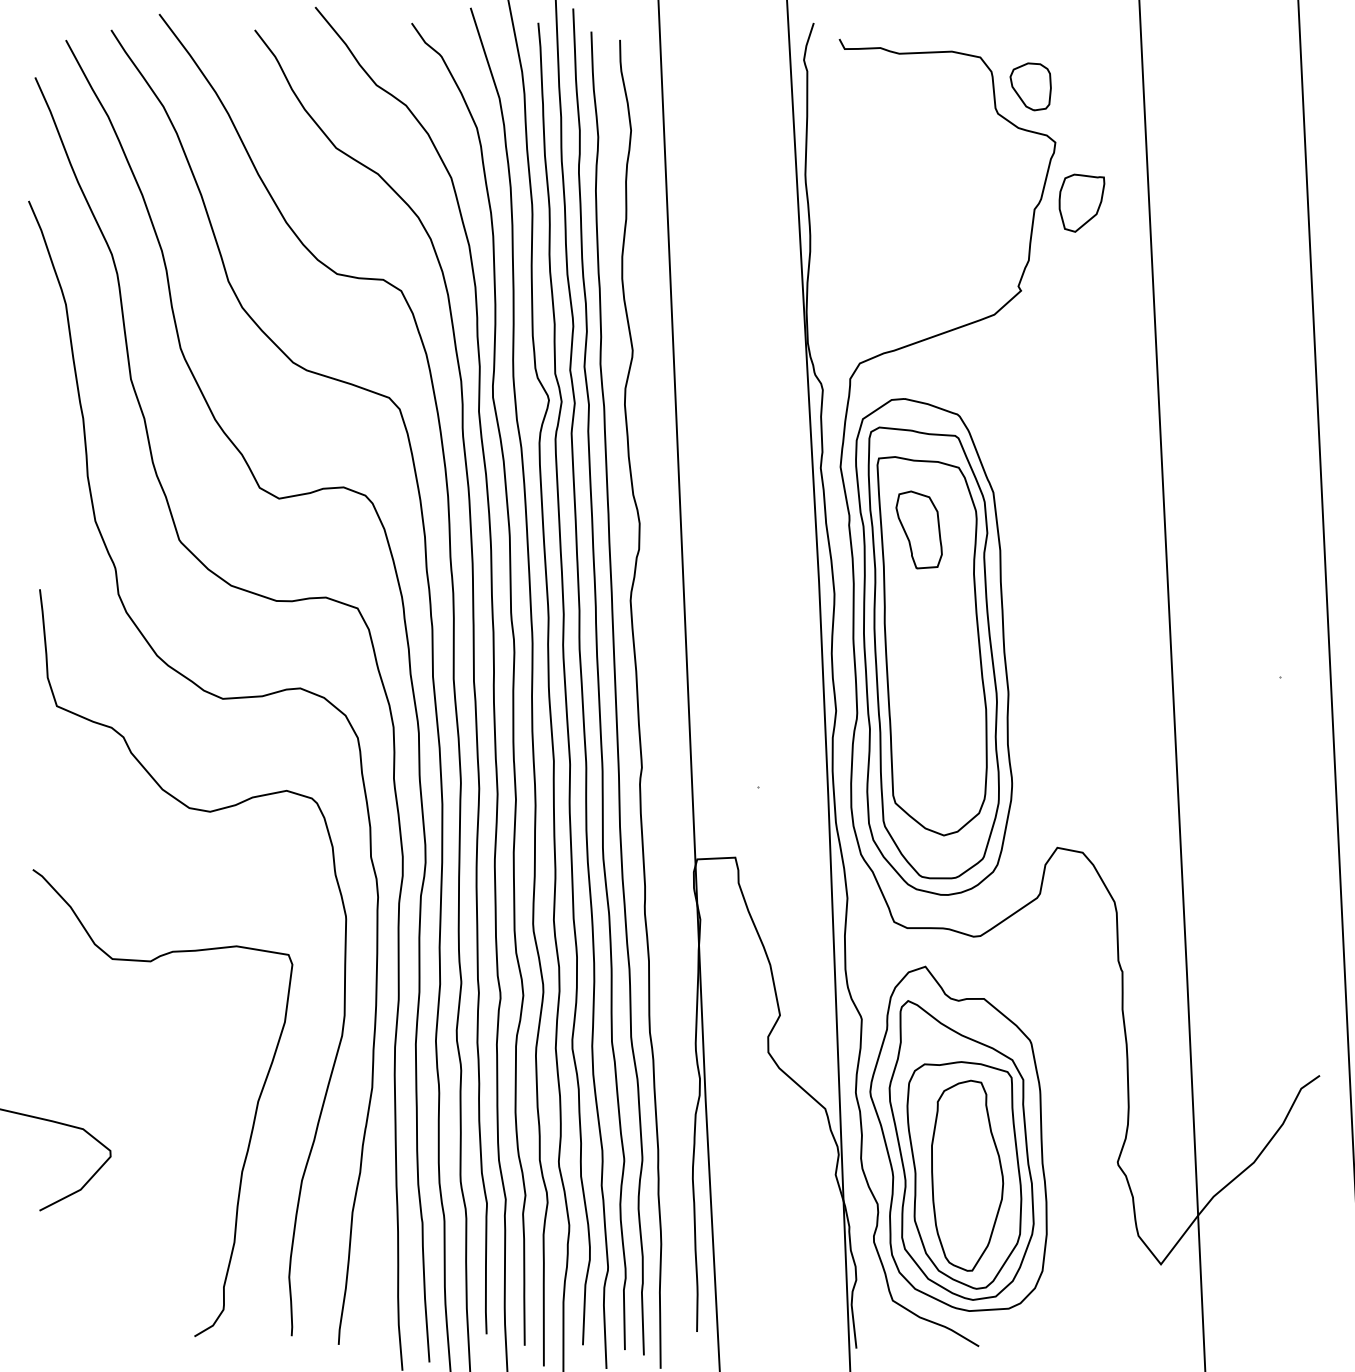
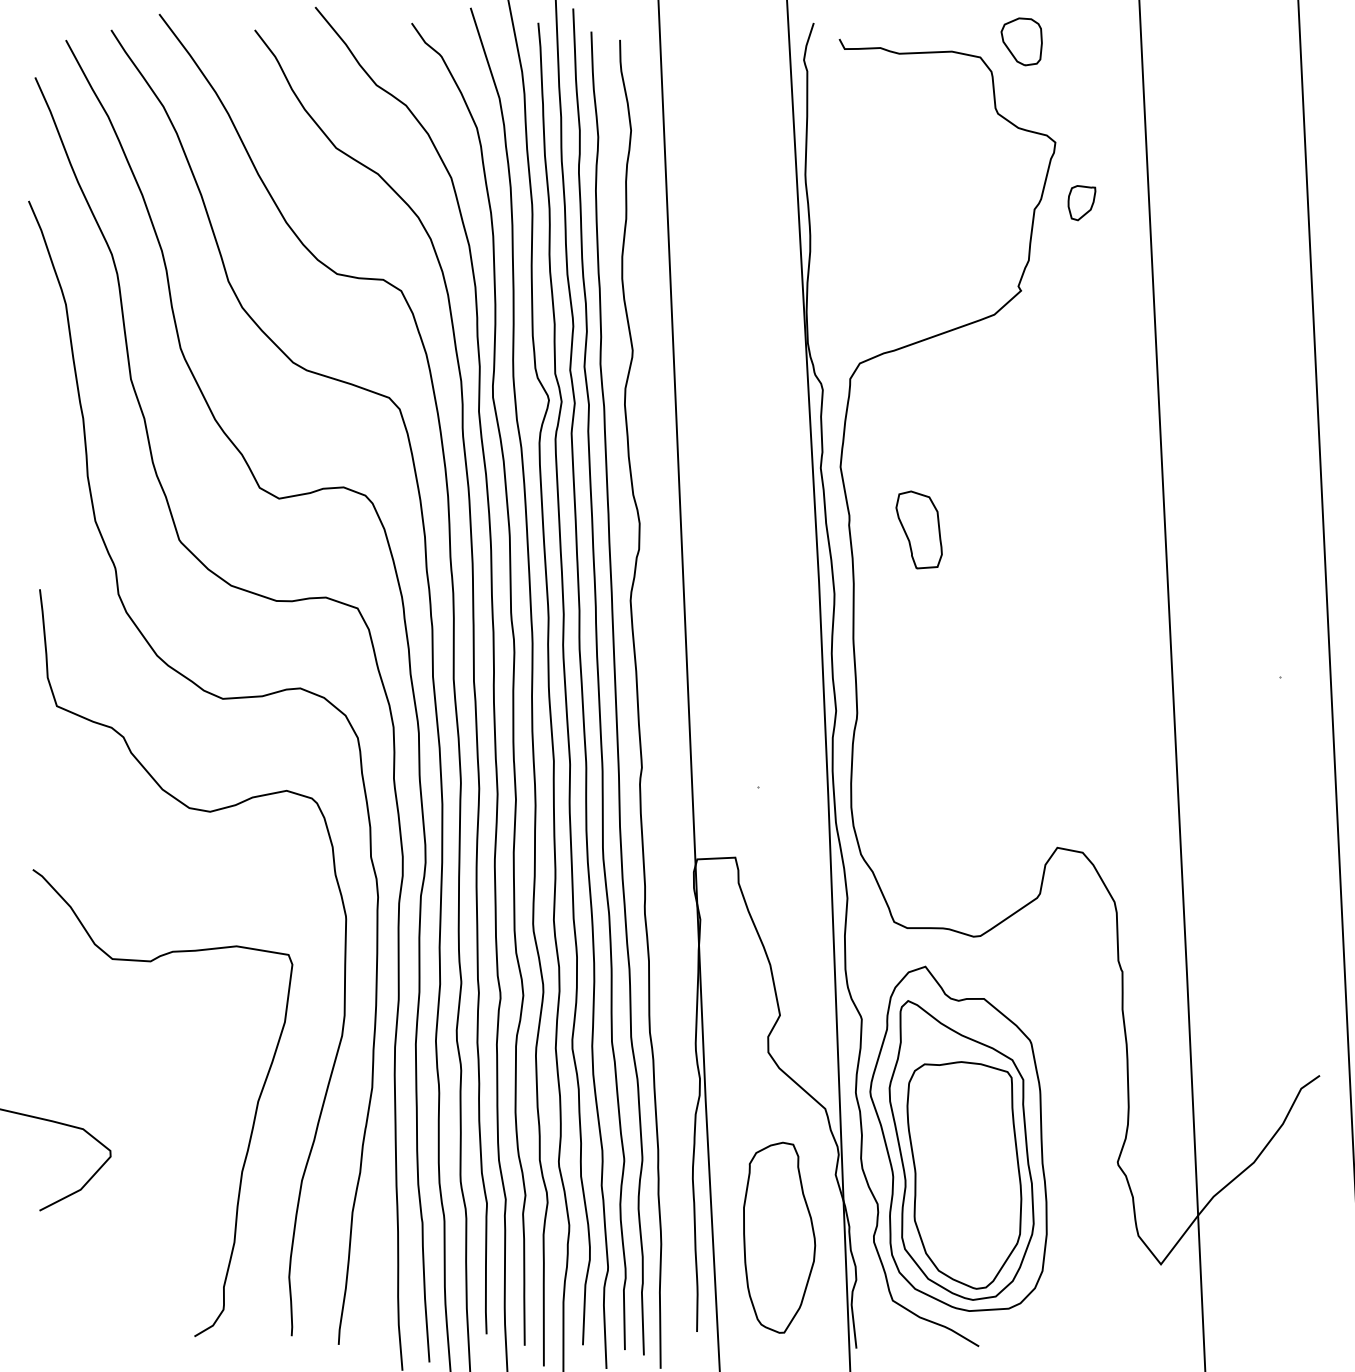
part at (1030, 86) position: (1030, 86) -> (1021, 41)
part at (1081, 202) size: 48x60 px -> 30x37 px
part at (934, 646): present -> none
part at (967, 1175) position: (967, 1175) -> (779, 1237)
